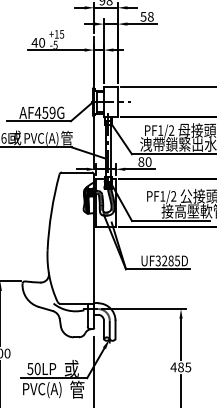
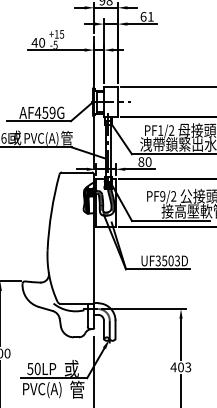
text at (146, 16): 58 -> 61
text at (162, 196): PF1/2 -> PF9/2
text at (171, 260): UF3285D -> UF3503D
text at (184, 366): 485 -> 403
